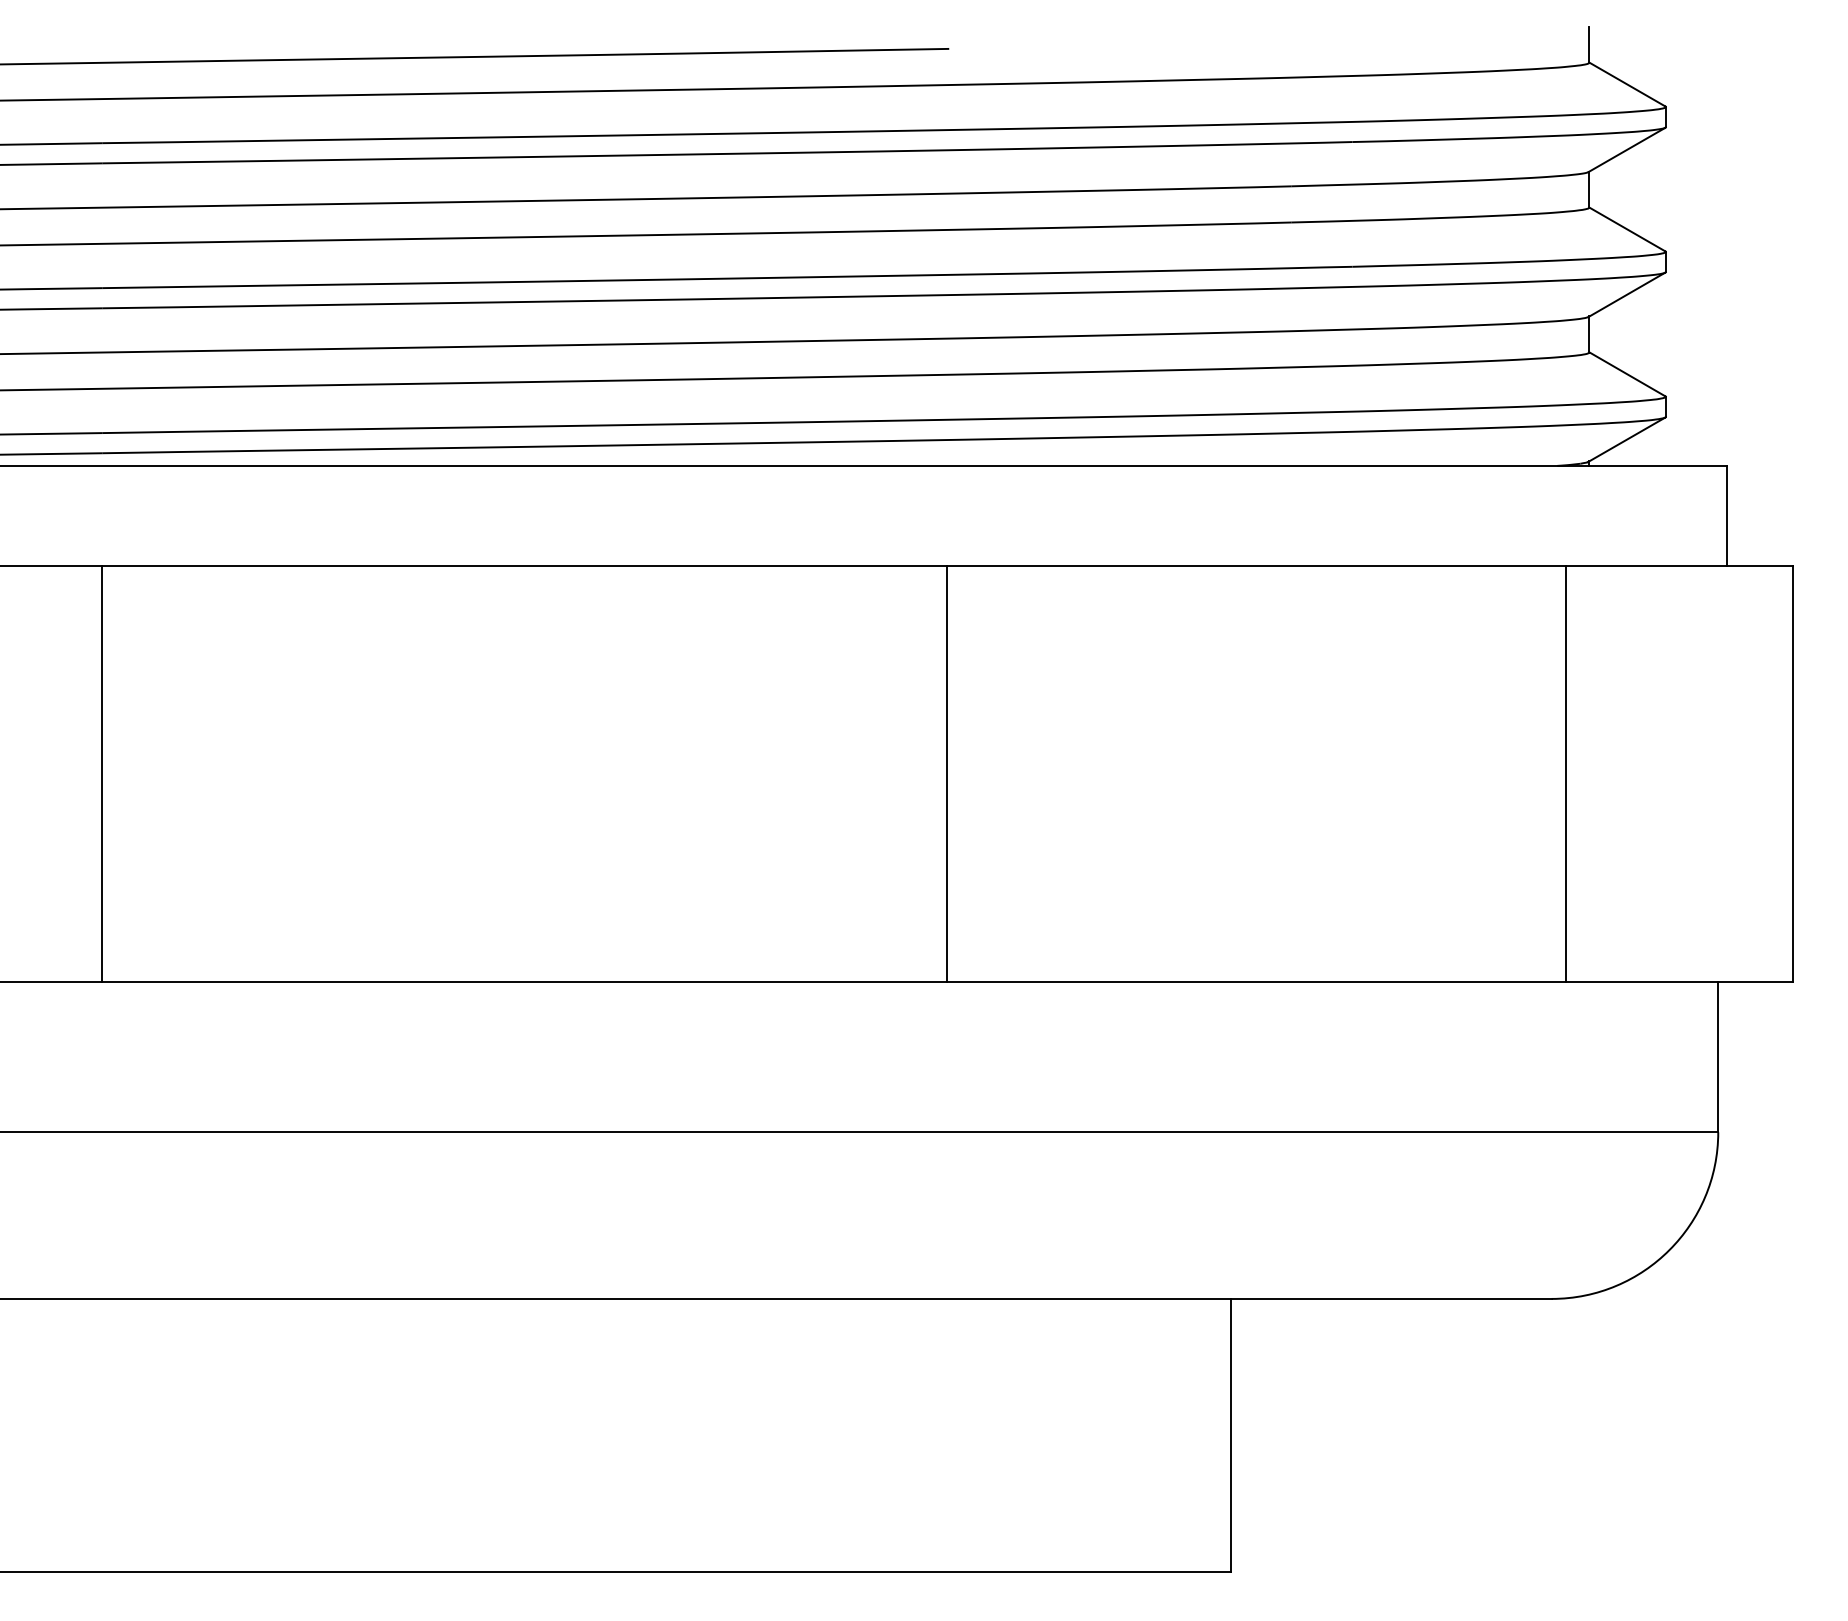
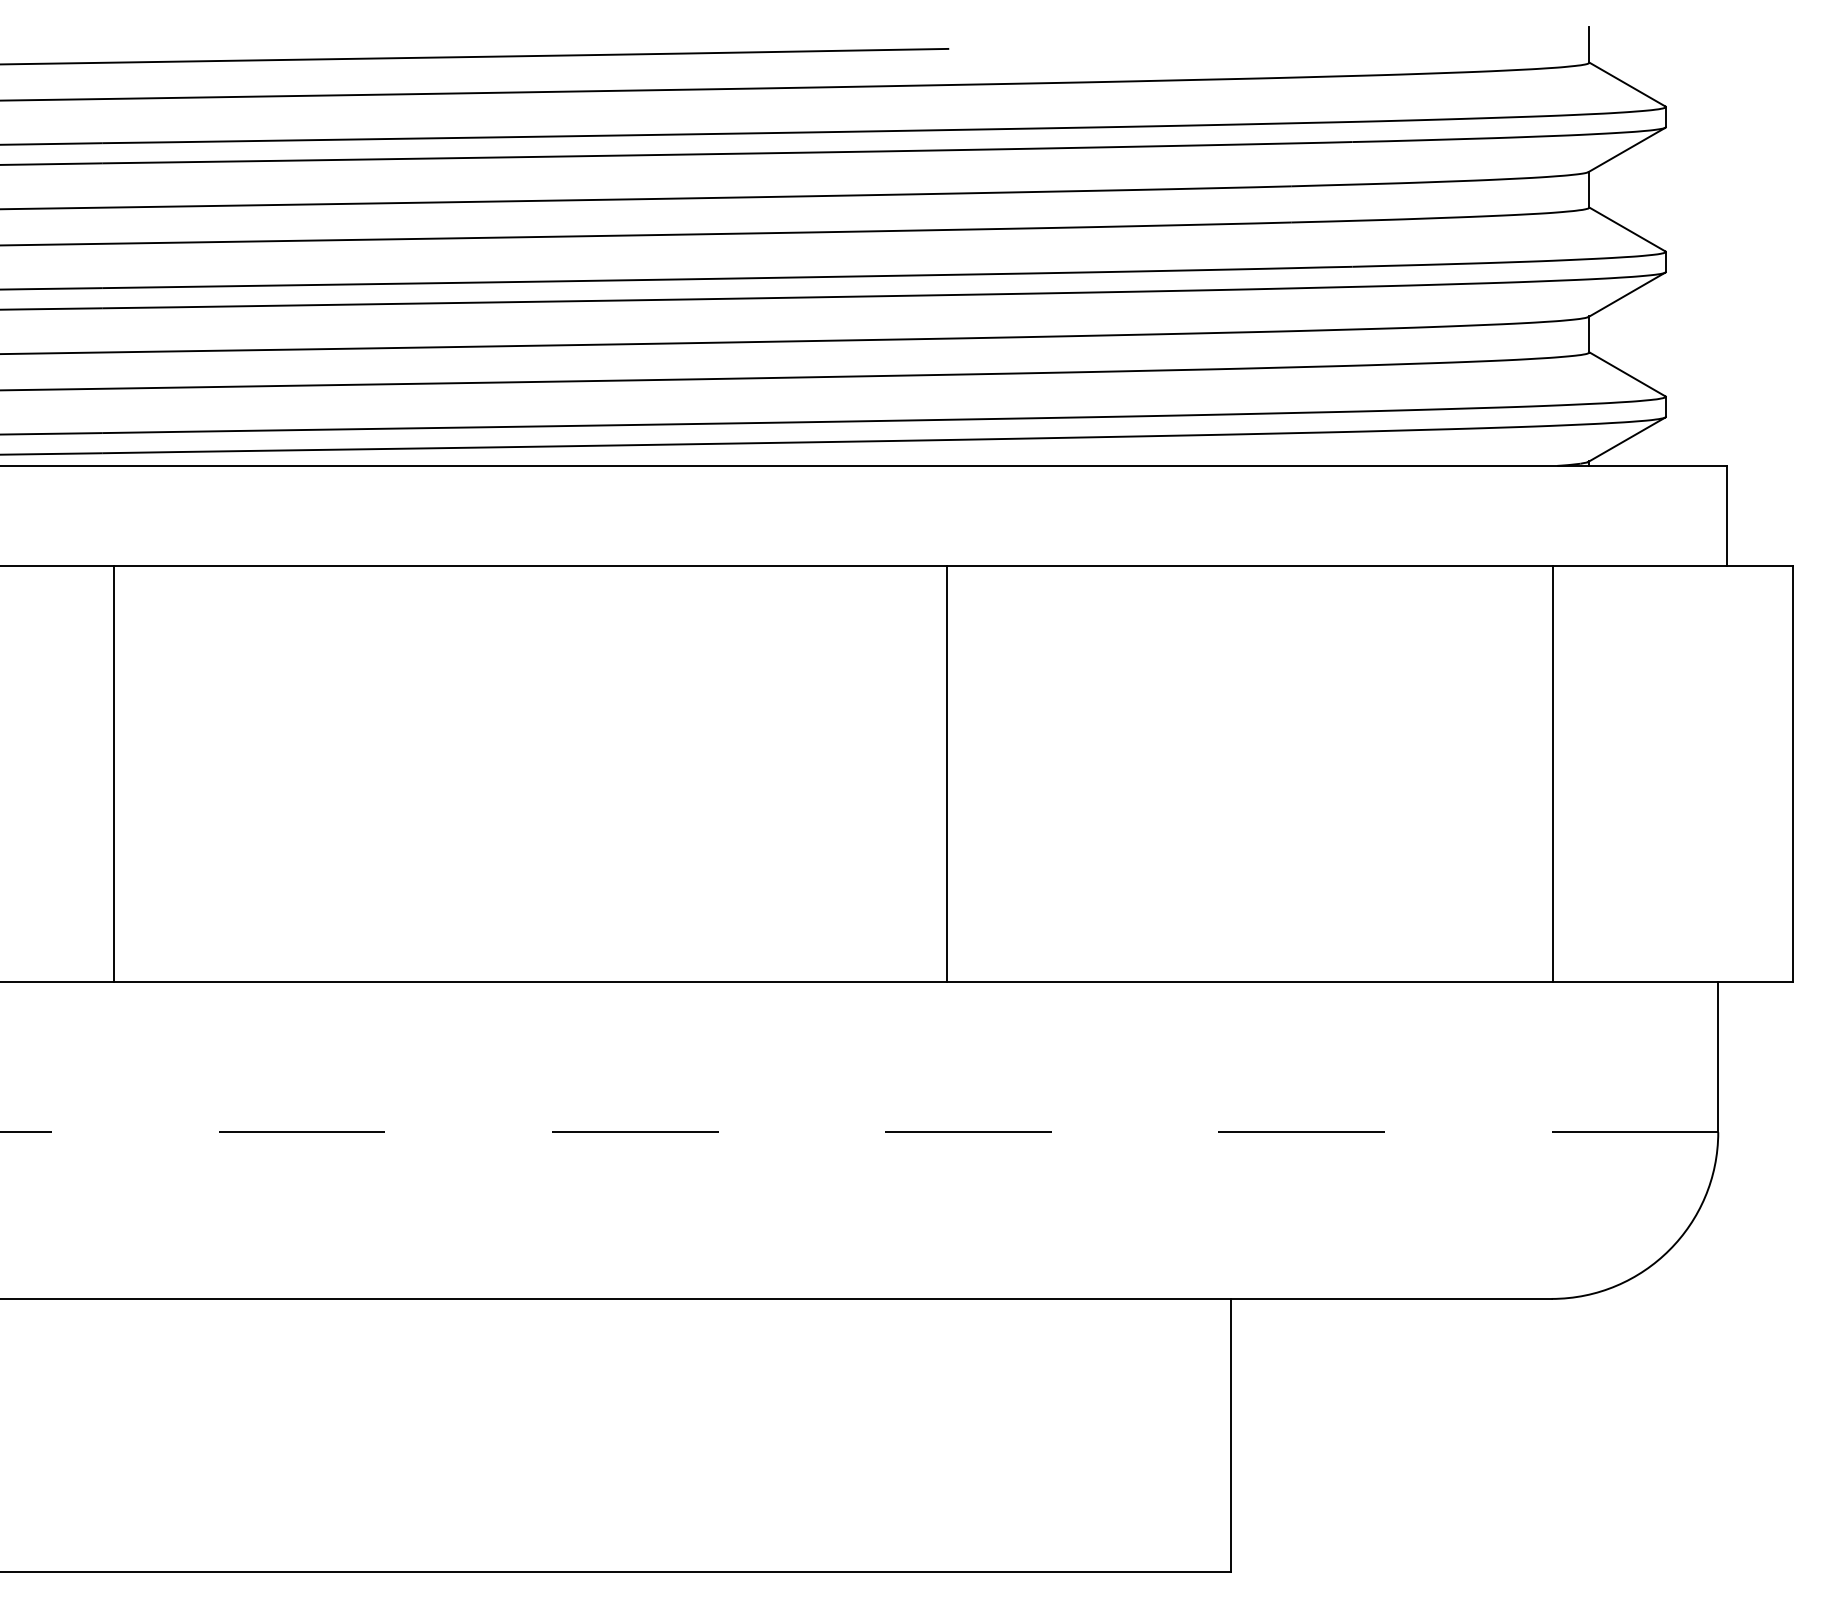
line at (102, 773) position: (102, 773) -> (114, 773)
line at (1566, 773) position: (1566, 773) -> (1553, 773)
line at (859, 1132): solid -> dashed
